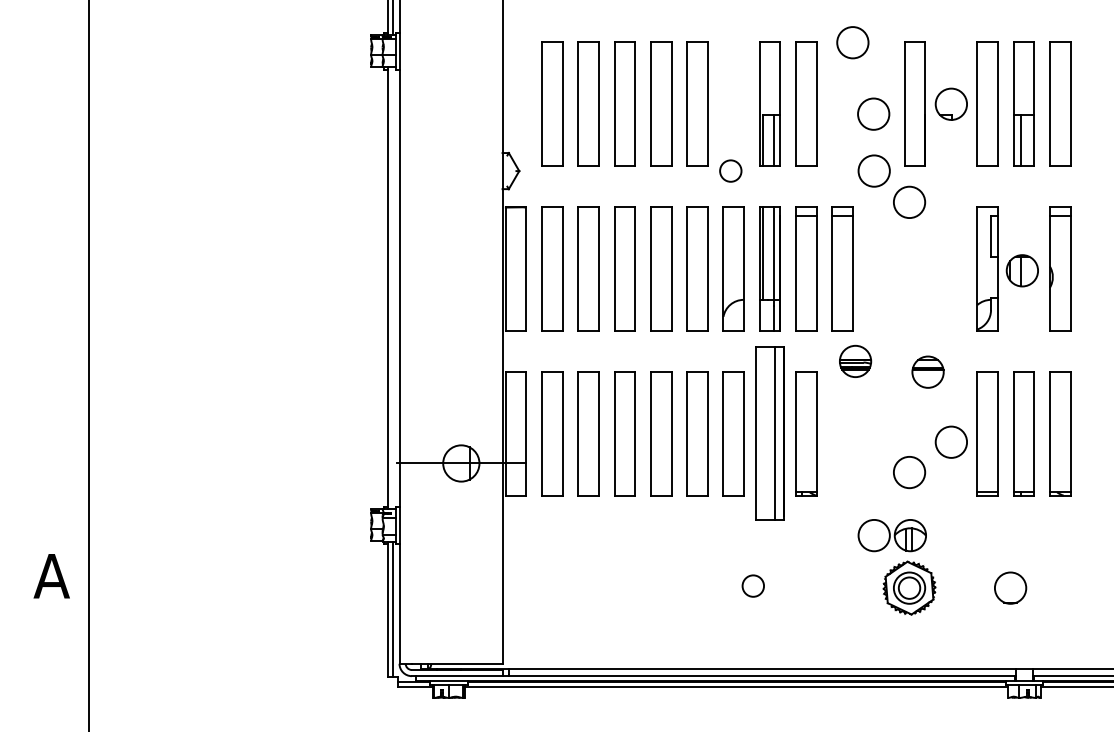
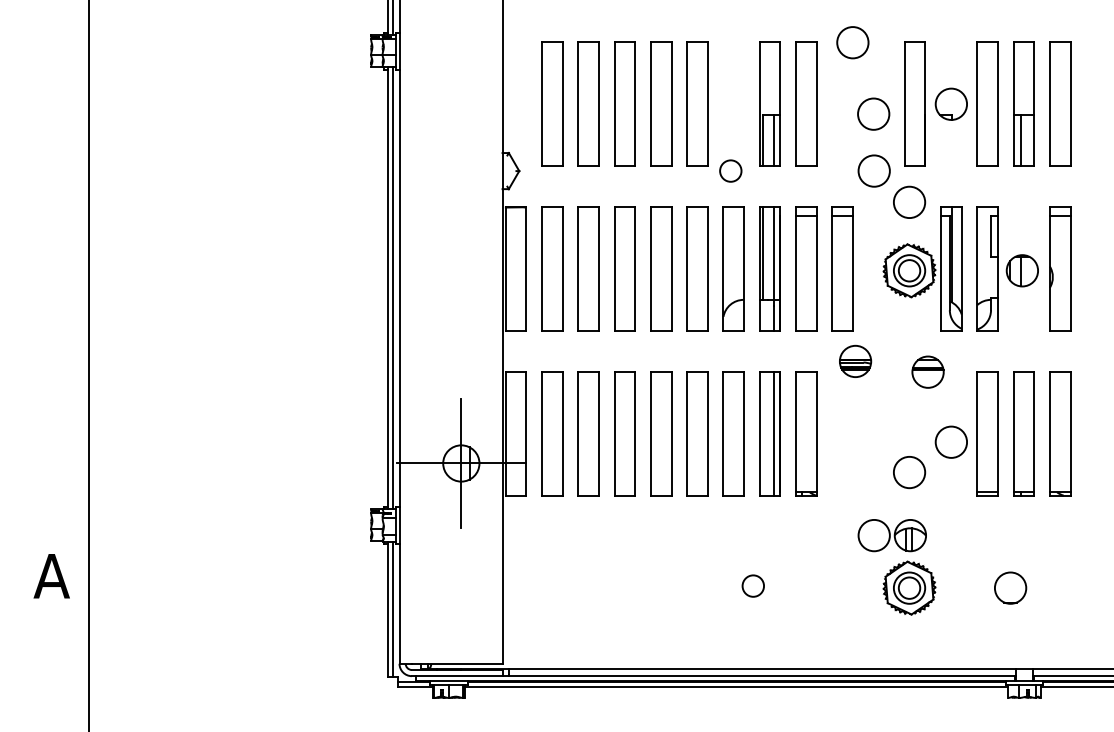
part at (922, 268): none -> present
line at (392, 287): none -> present
part at (769, 433) size: 30x175 px -> 22x126 px
line at (461, 462): none -> present
